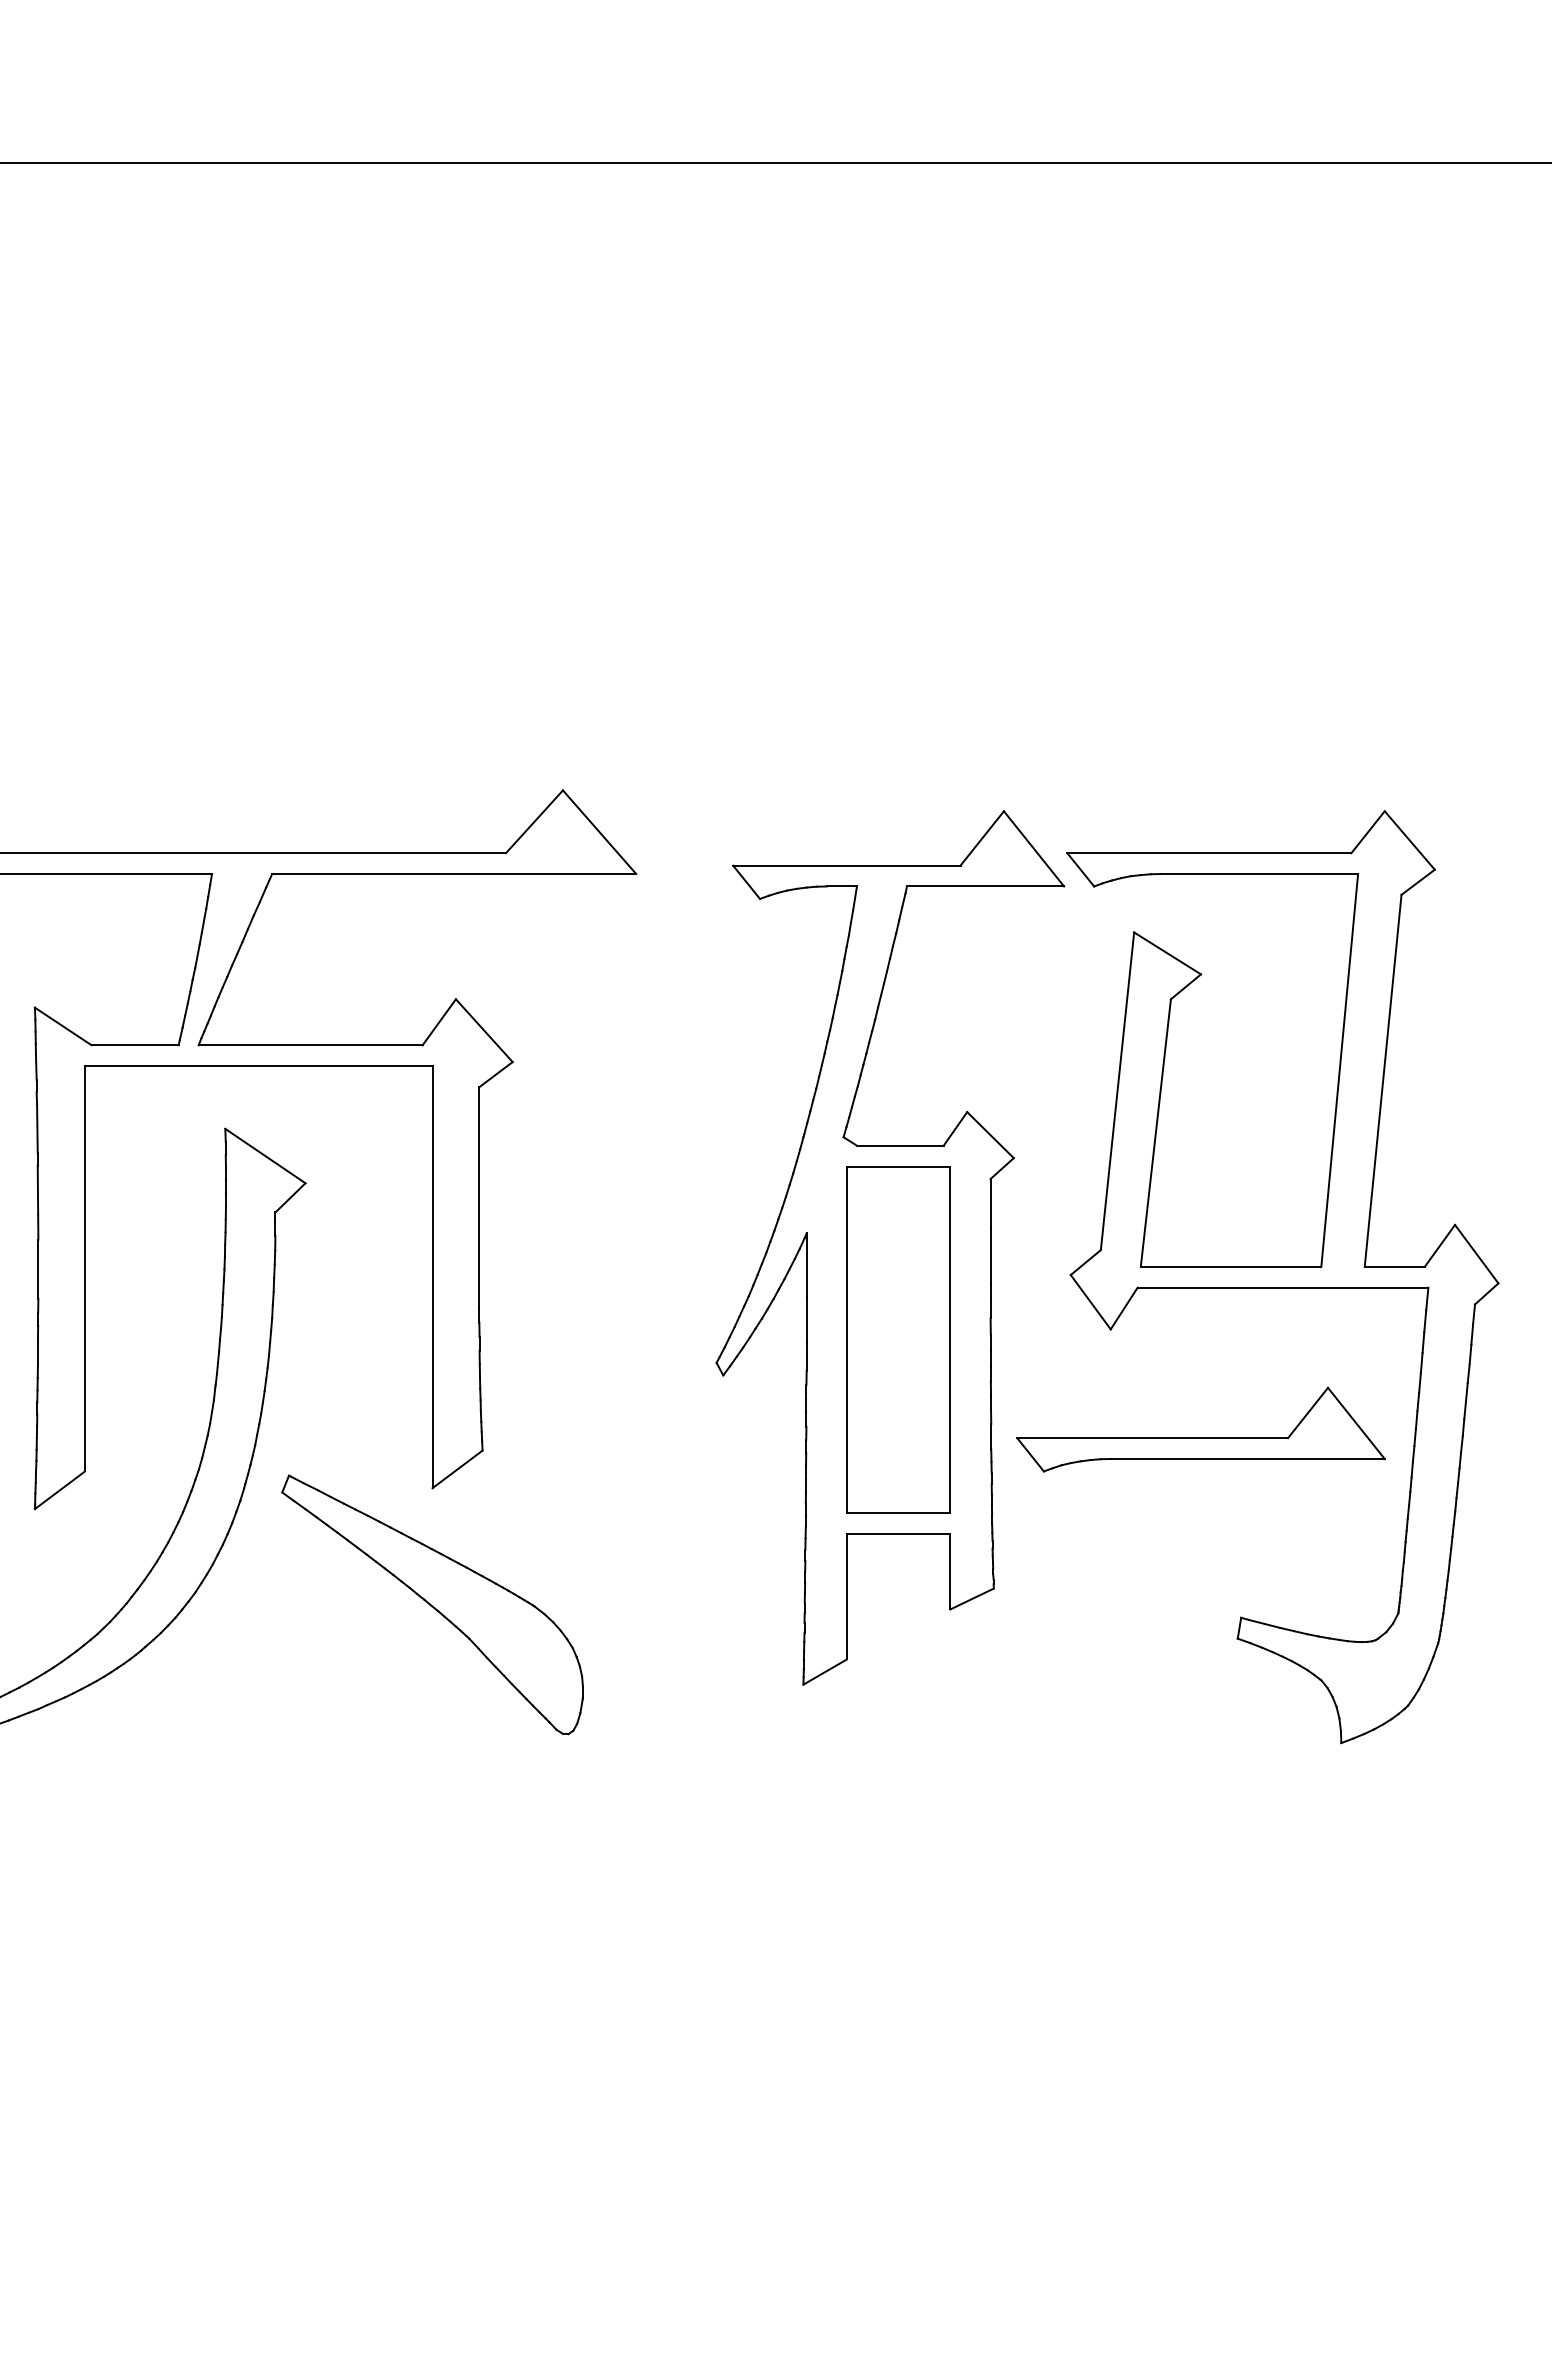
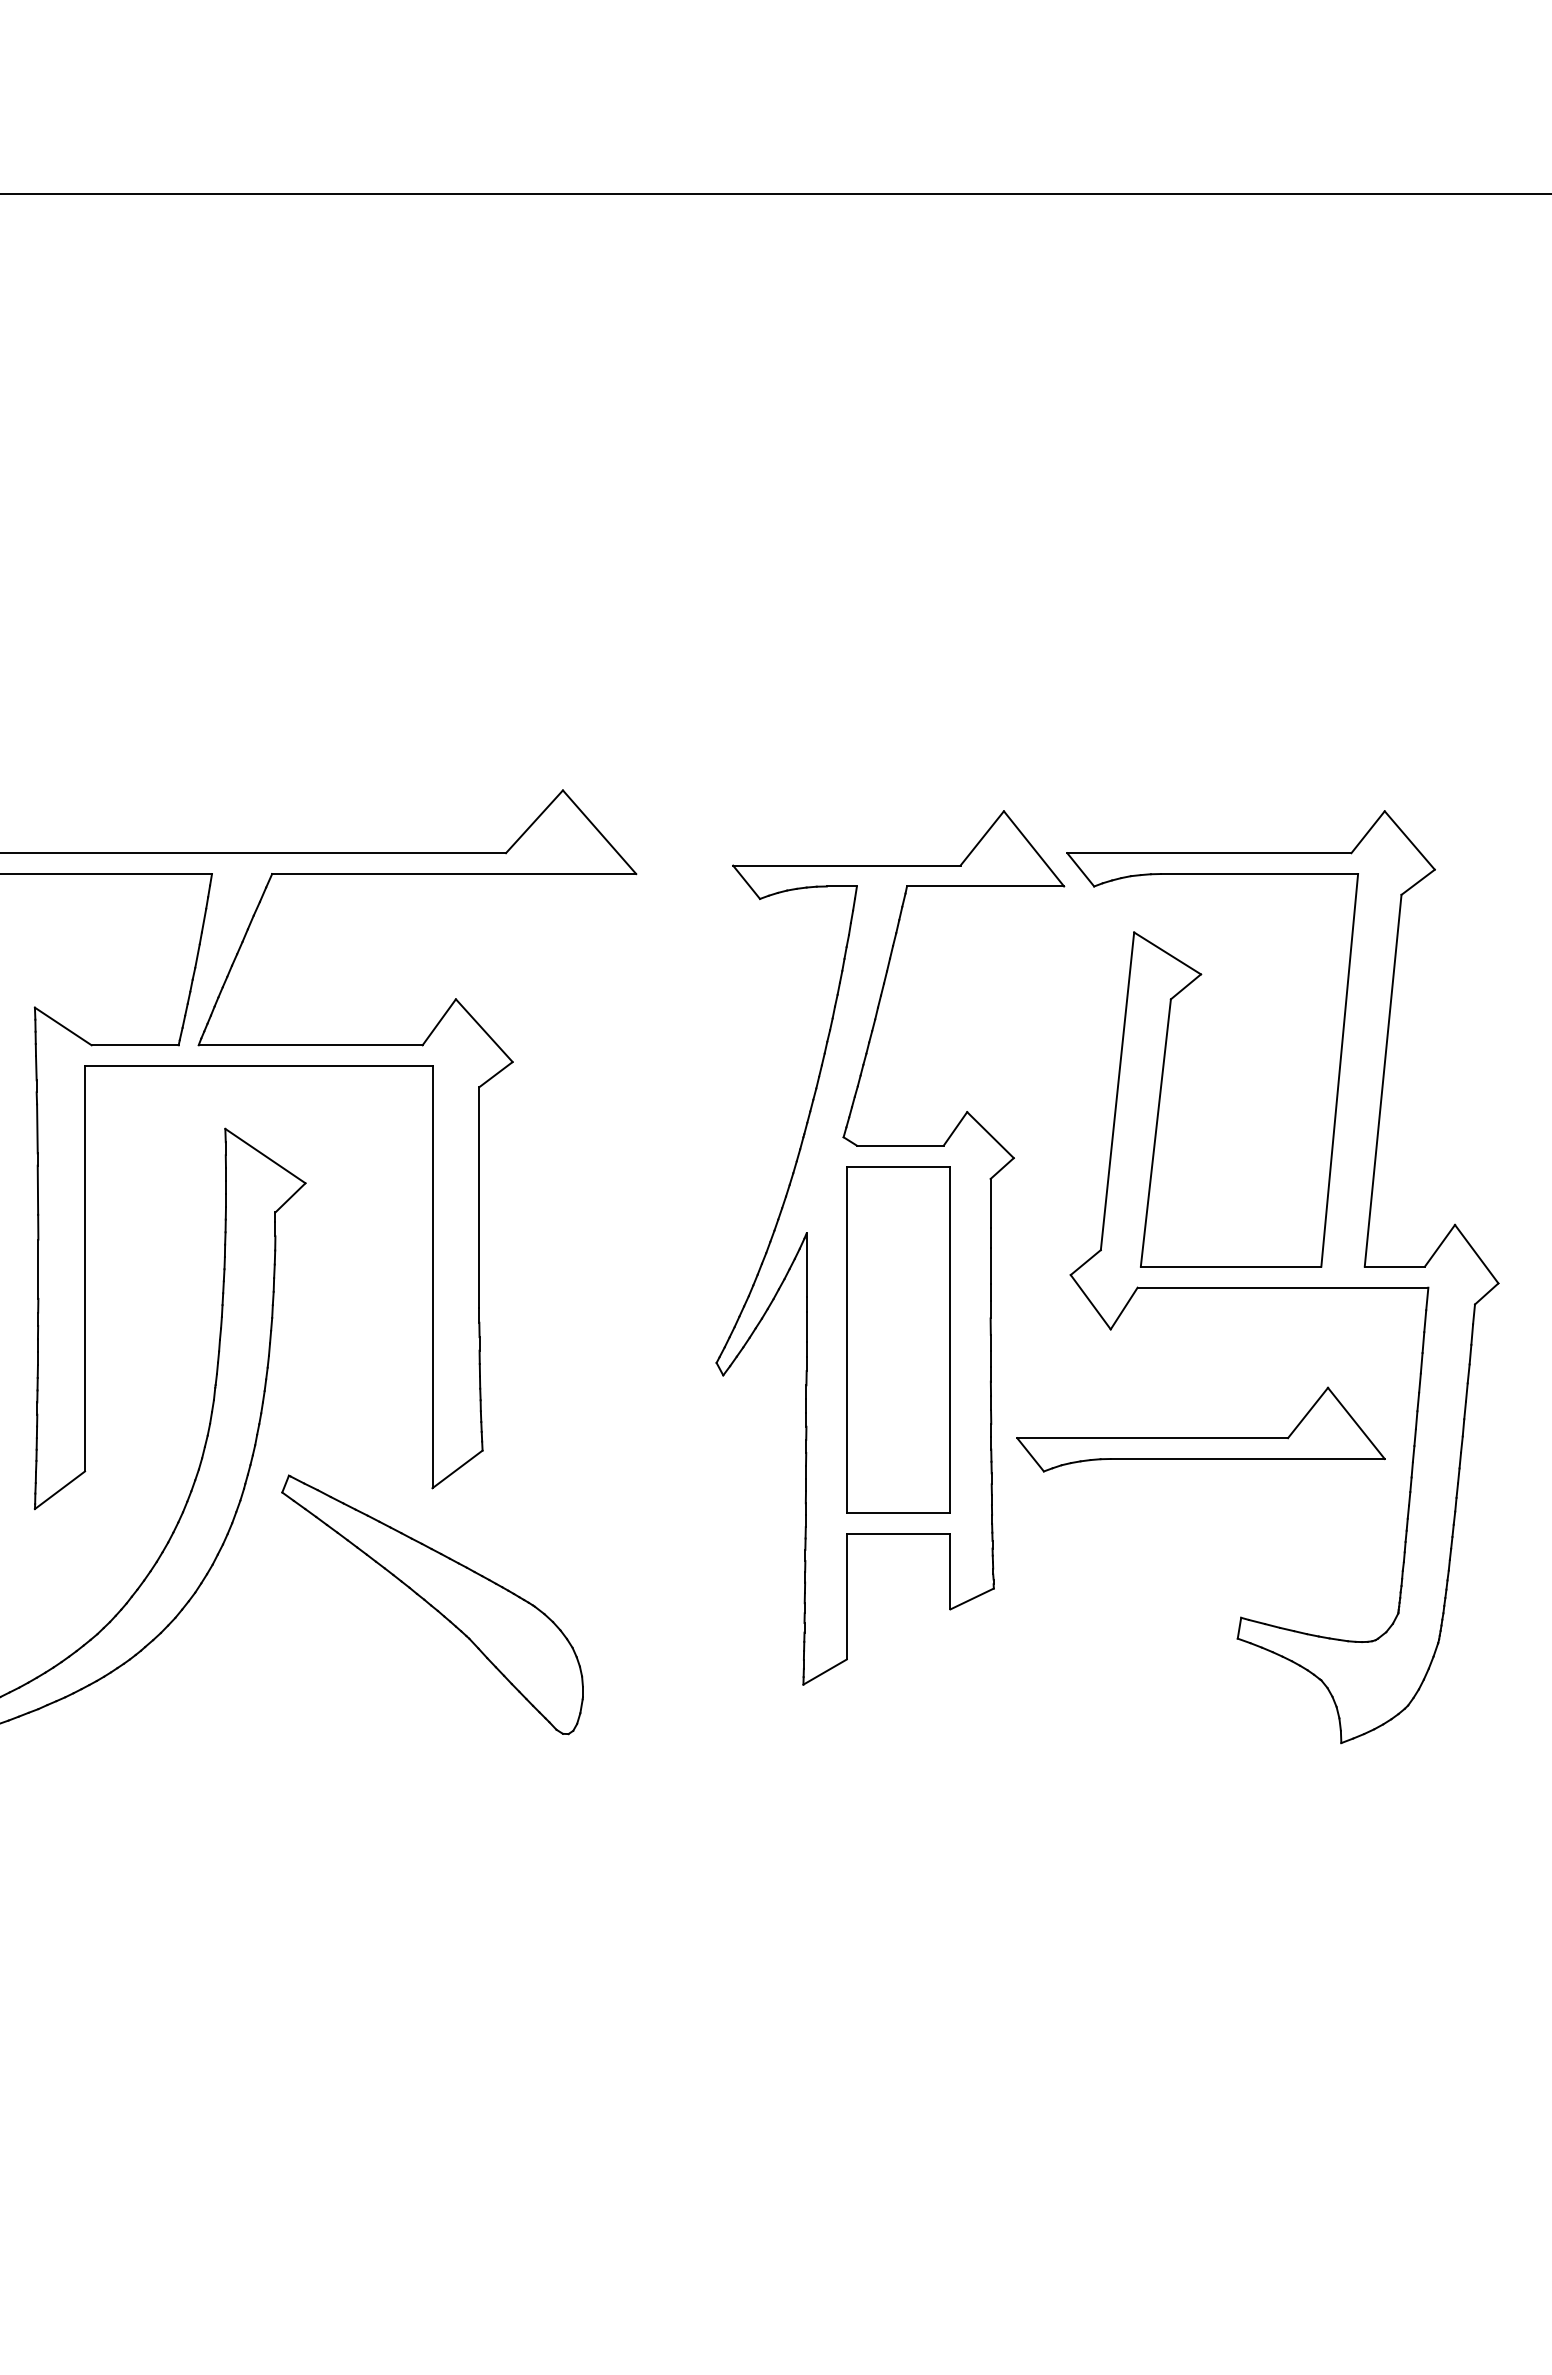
line at (775, 162) position: (775, 162) -> (775, 193)
